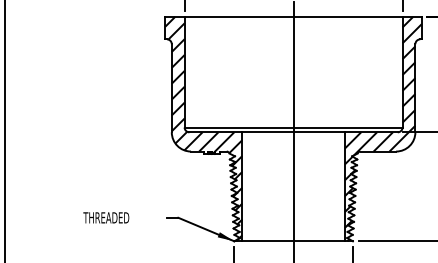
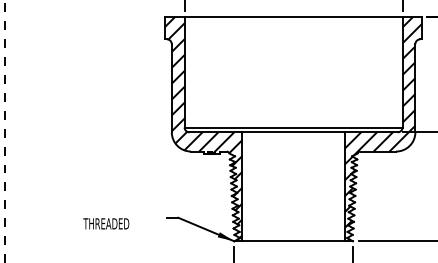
line at (293, 130): present -> none
line at (4, 131): solid -> dashed
text at (106, 217) position: (106, 217) -> (106, 223)
